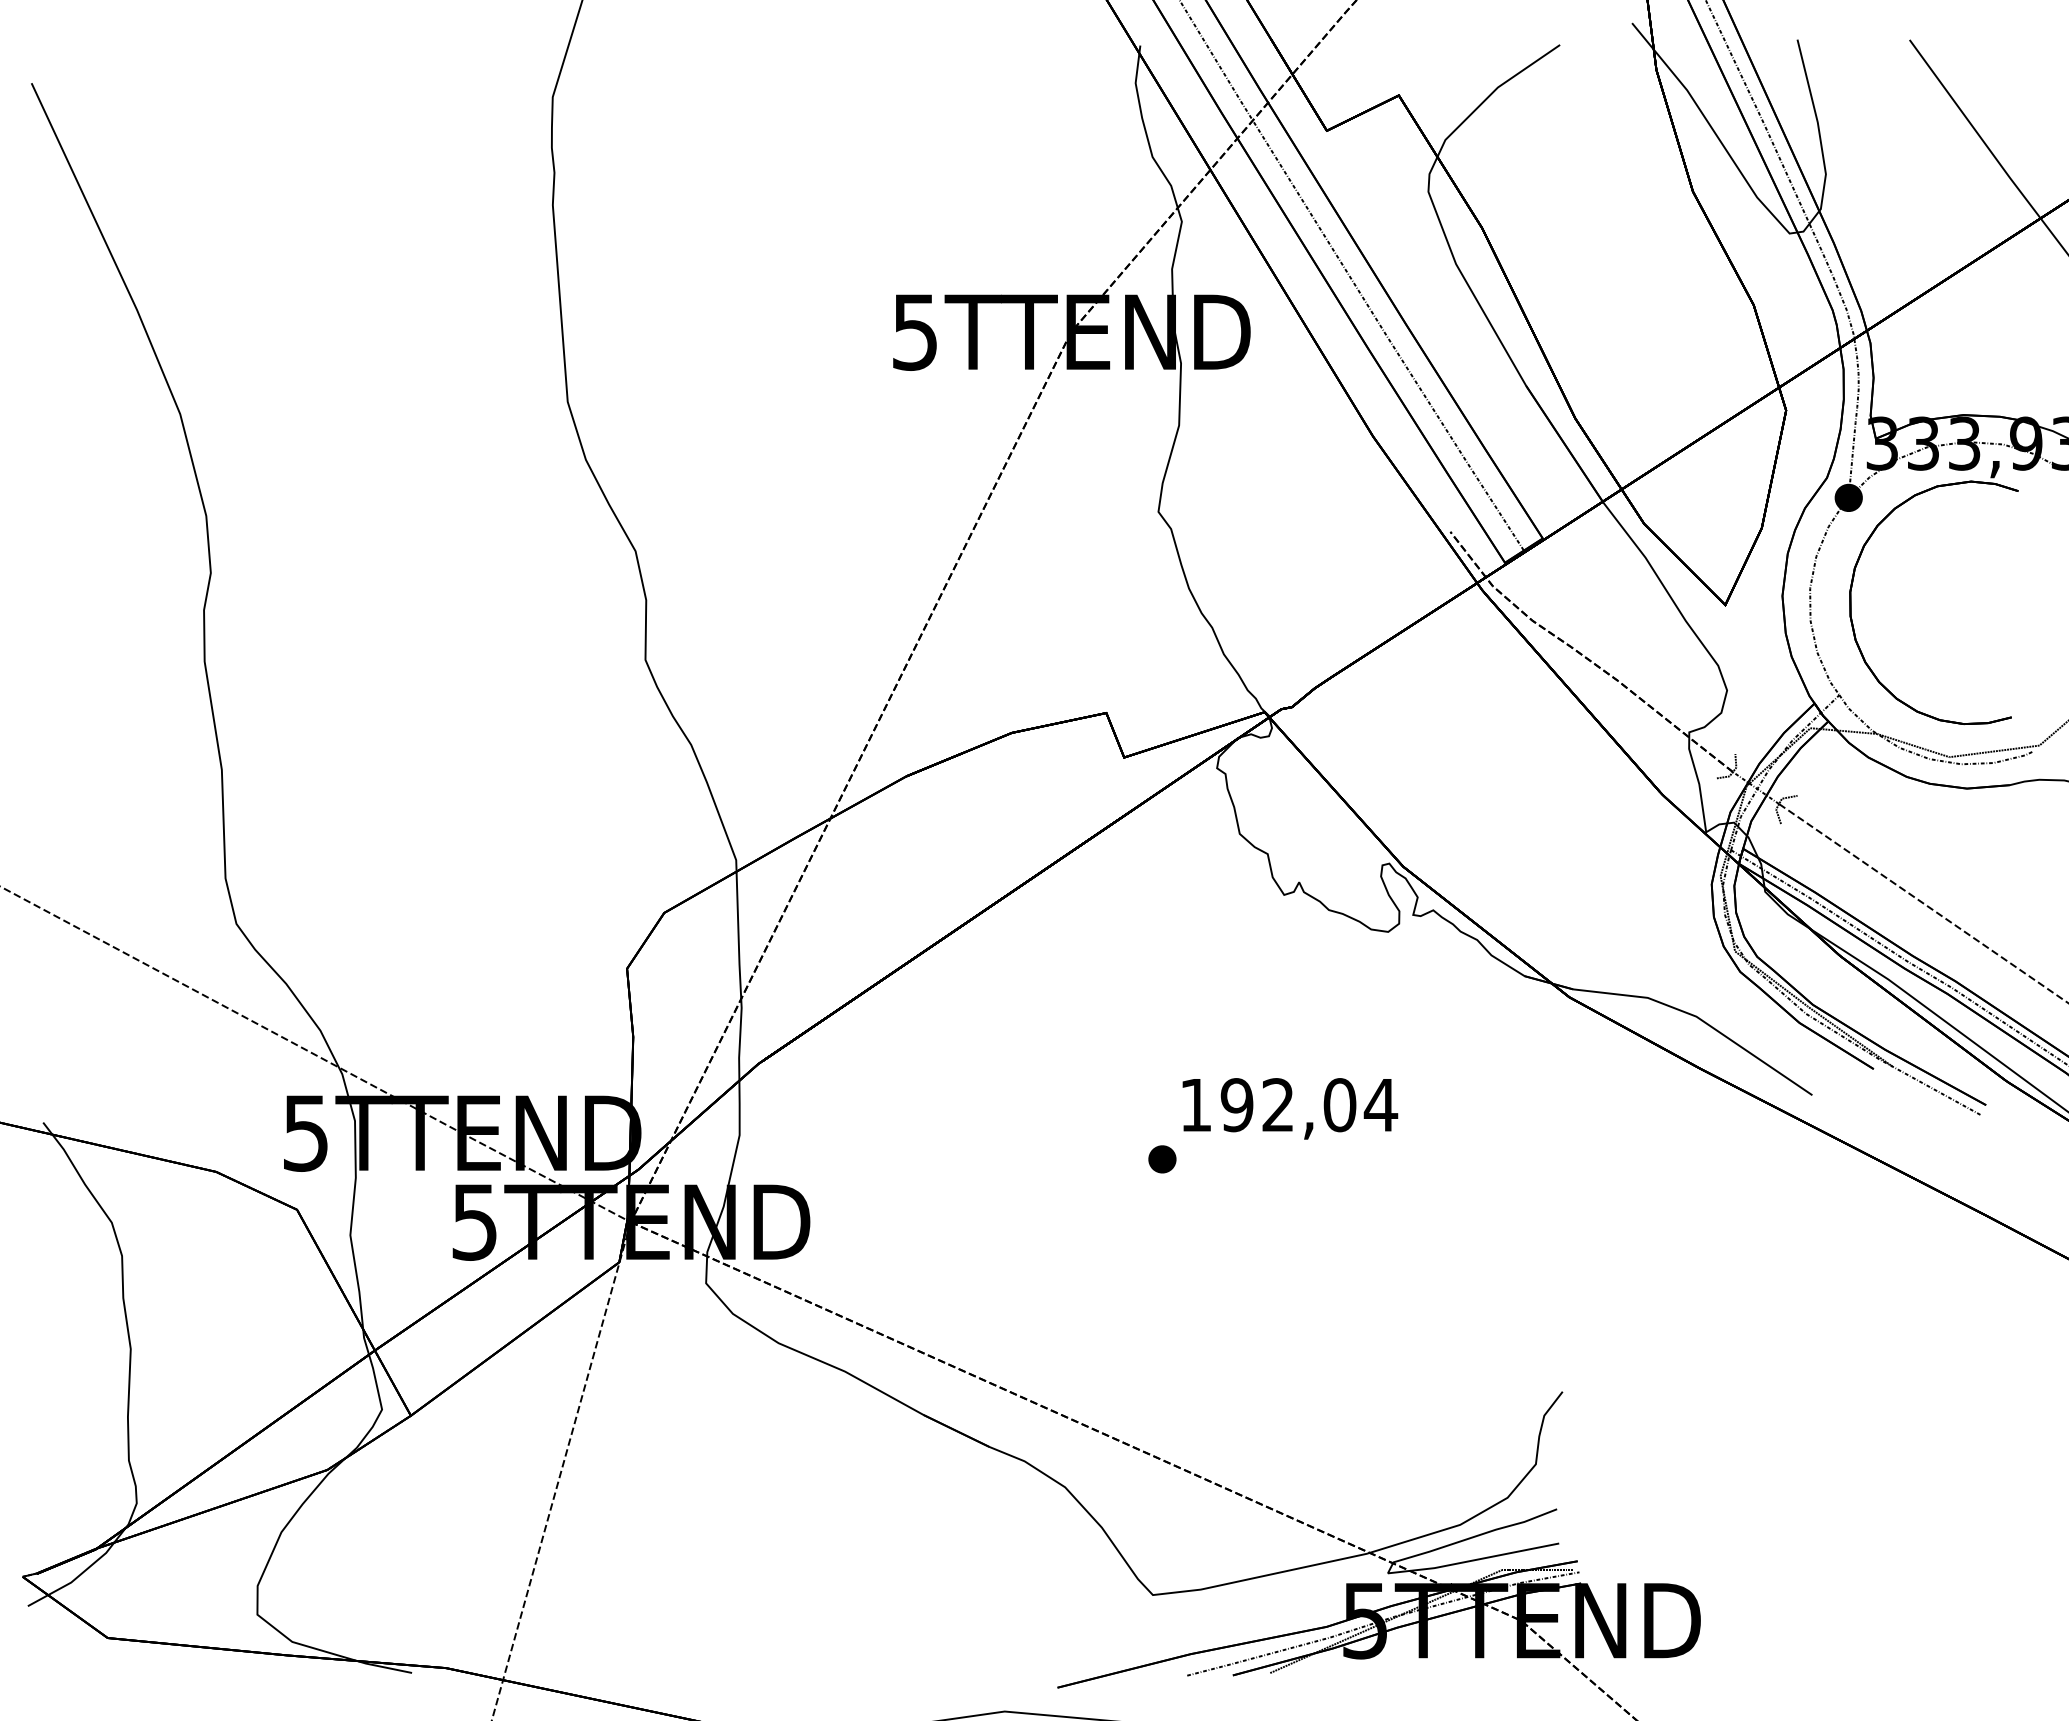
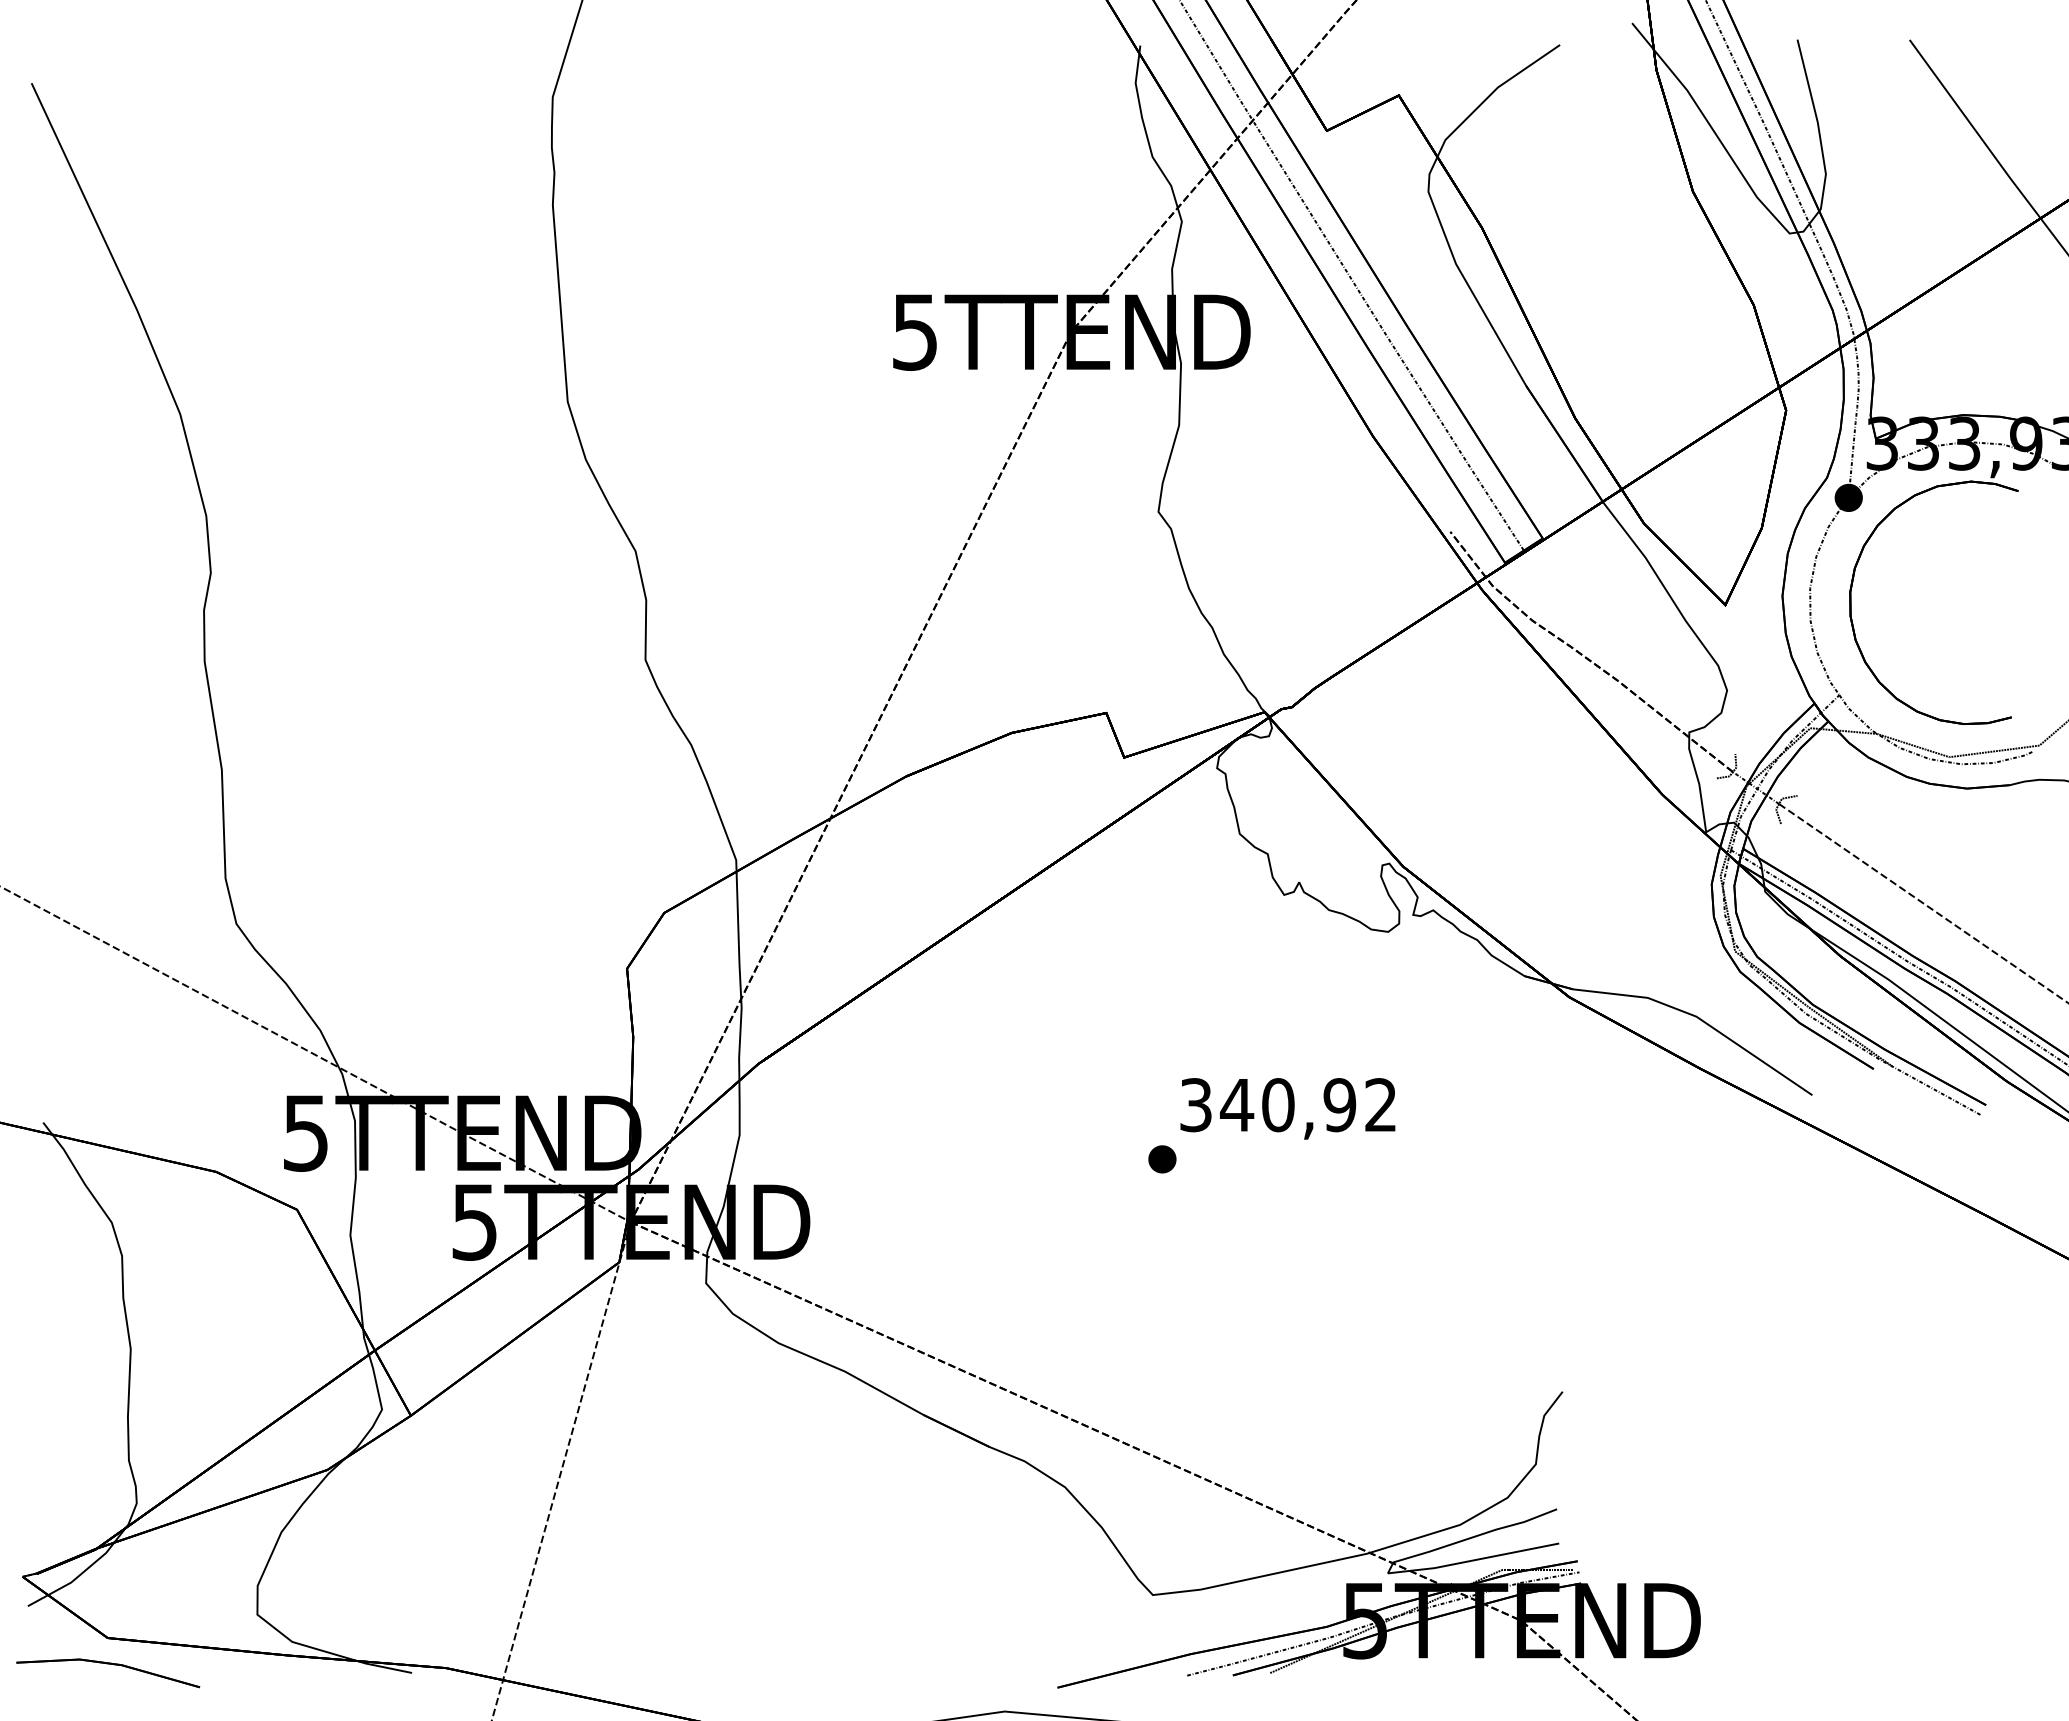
text at (1289, 1105): 192,04 -> 340,92
part at (108, 1664): none -> present
